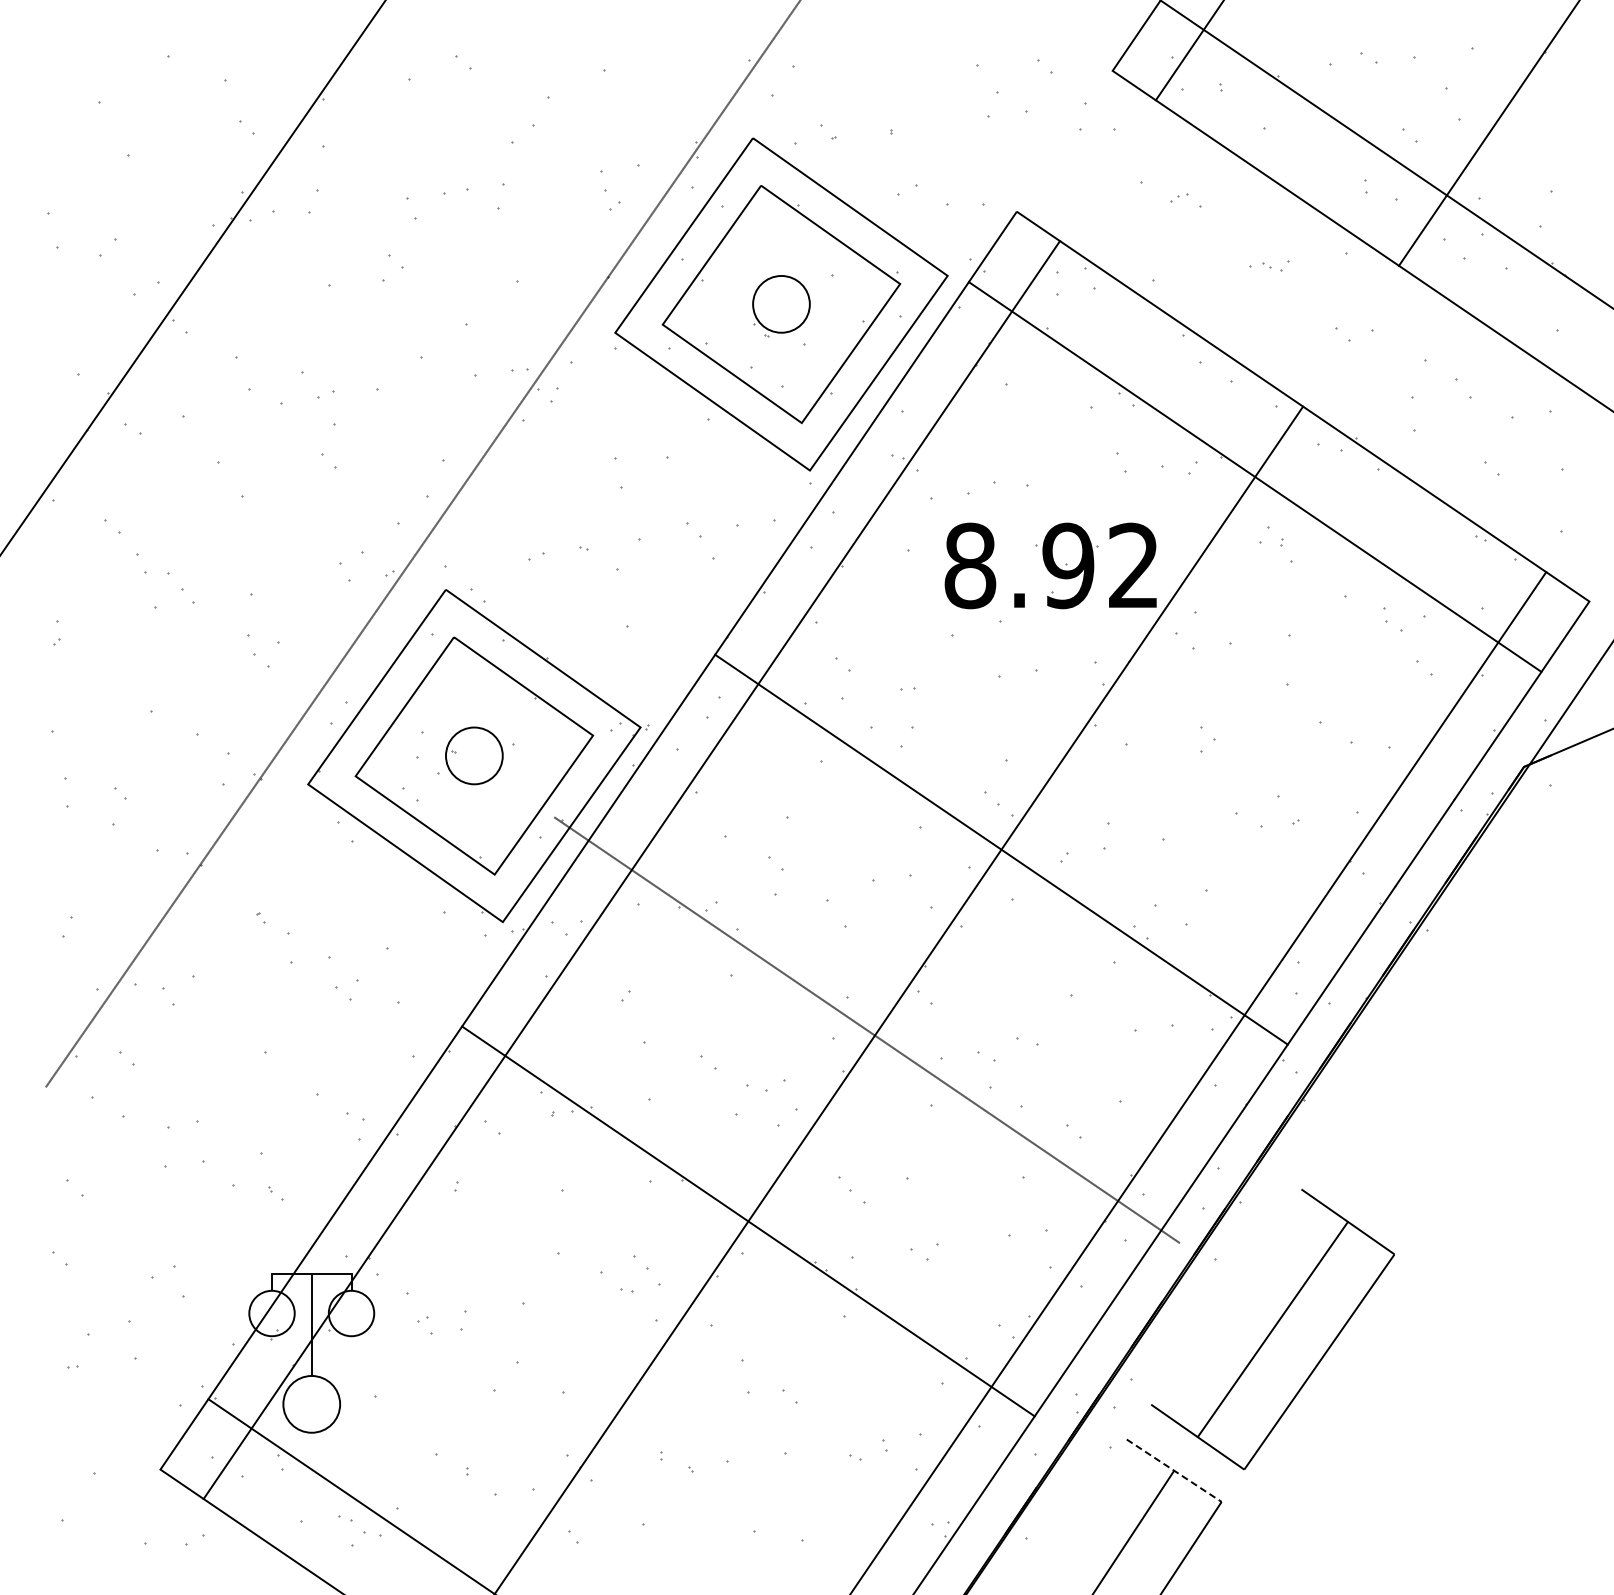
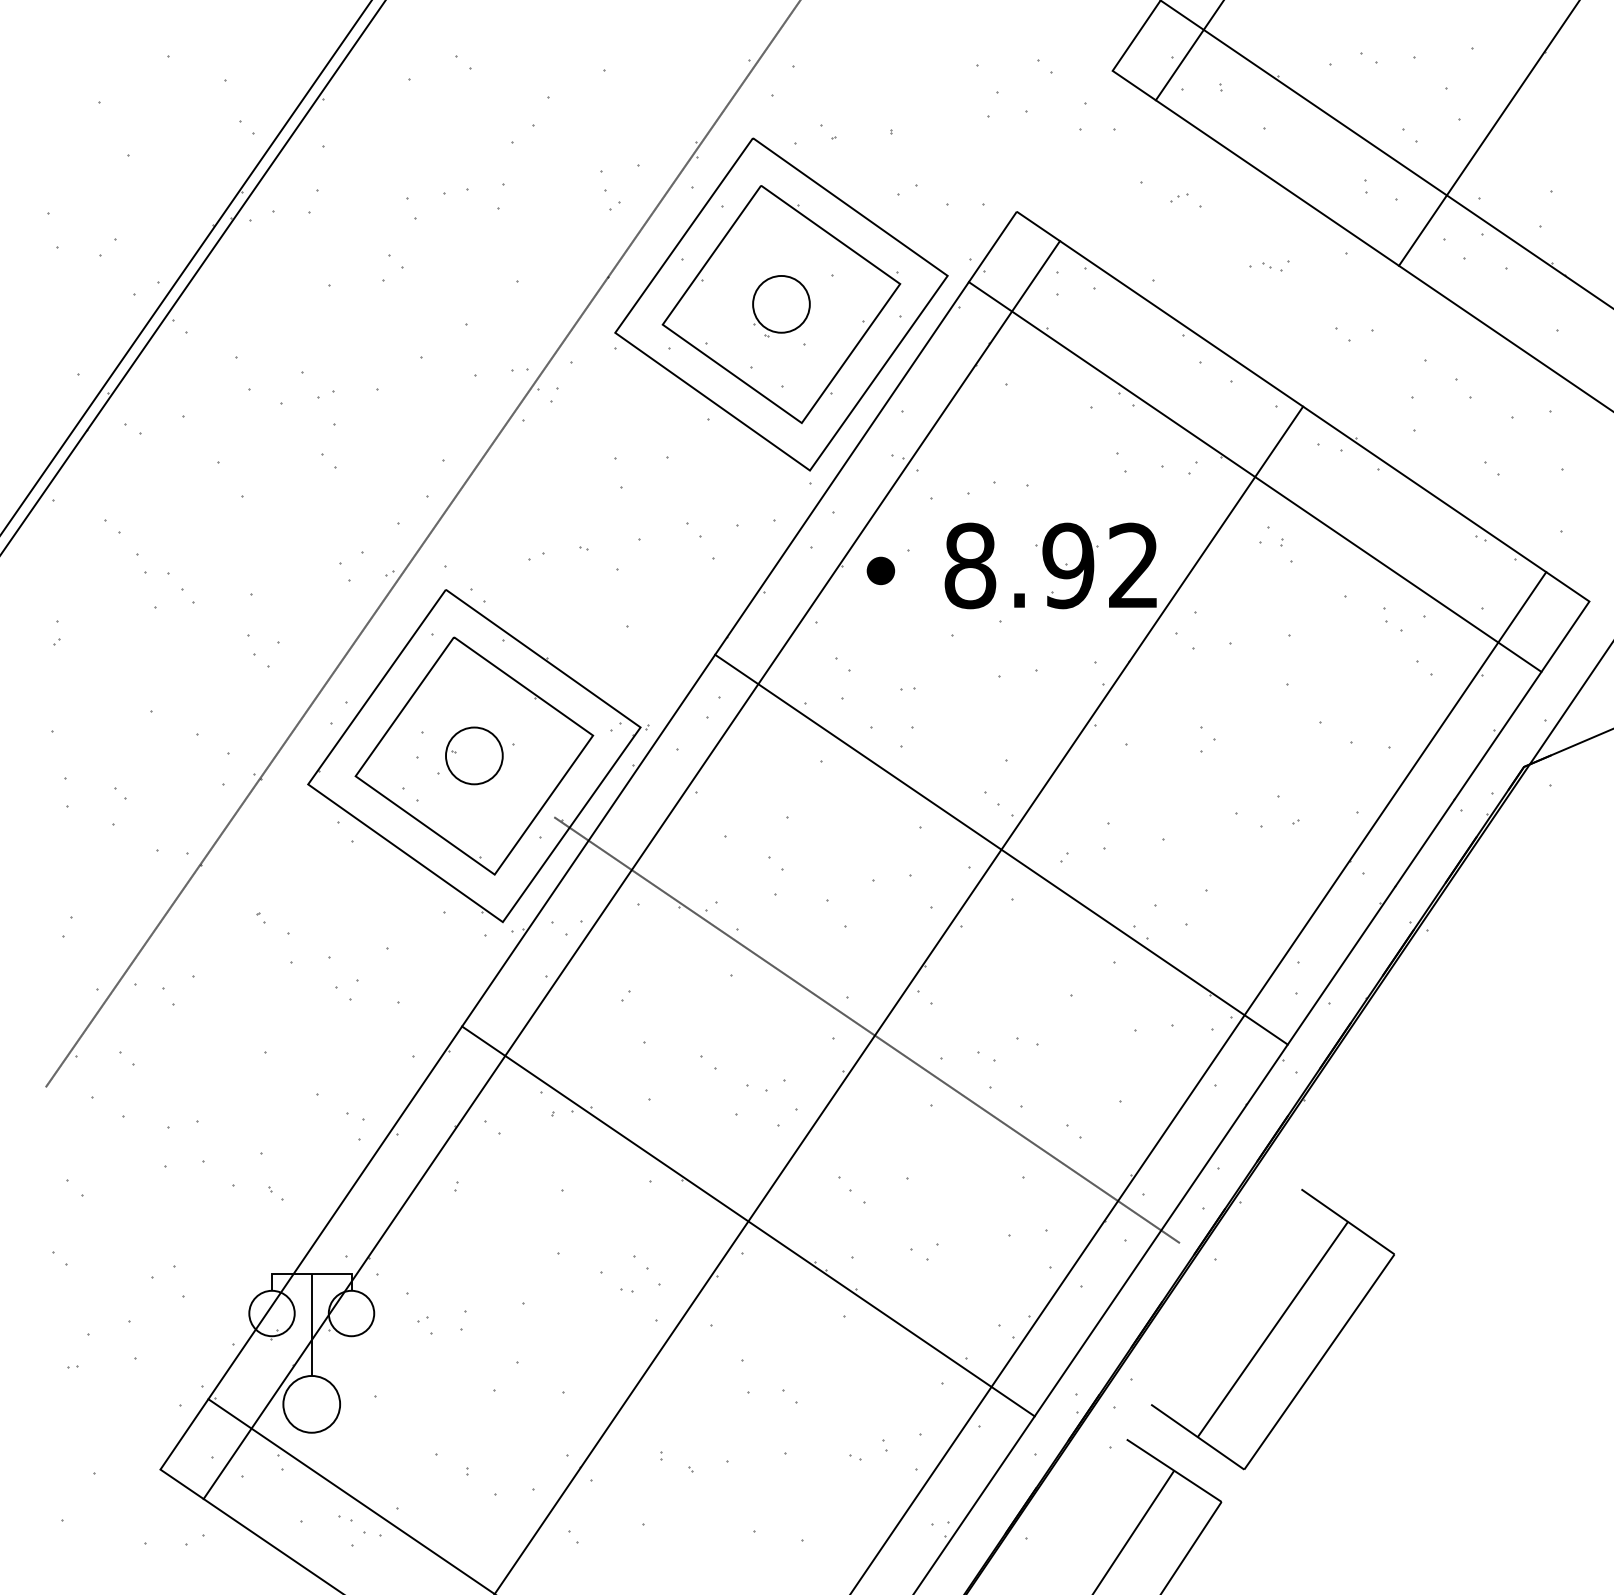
line at (186, 267): none -> present
part at (880, 570): none -> present
line at (1174, 1470): dashed -> solid
